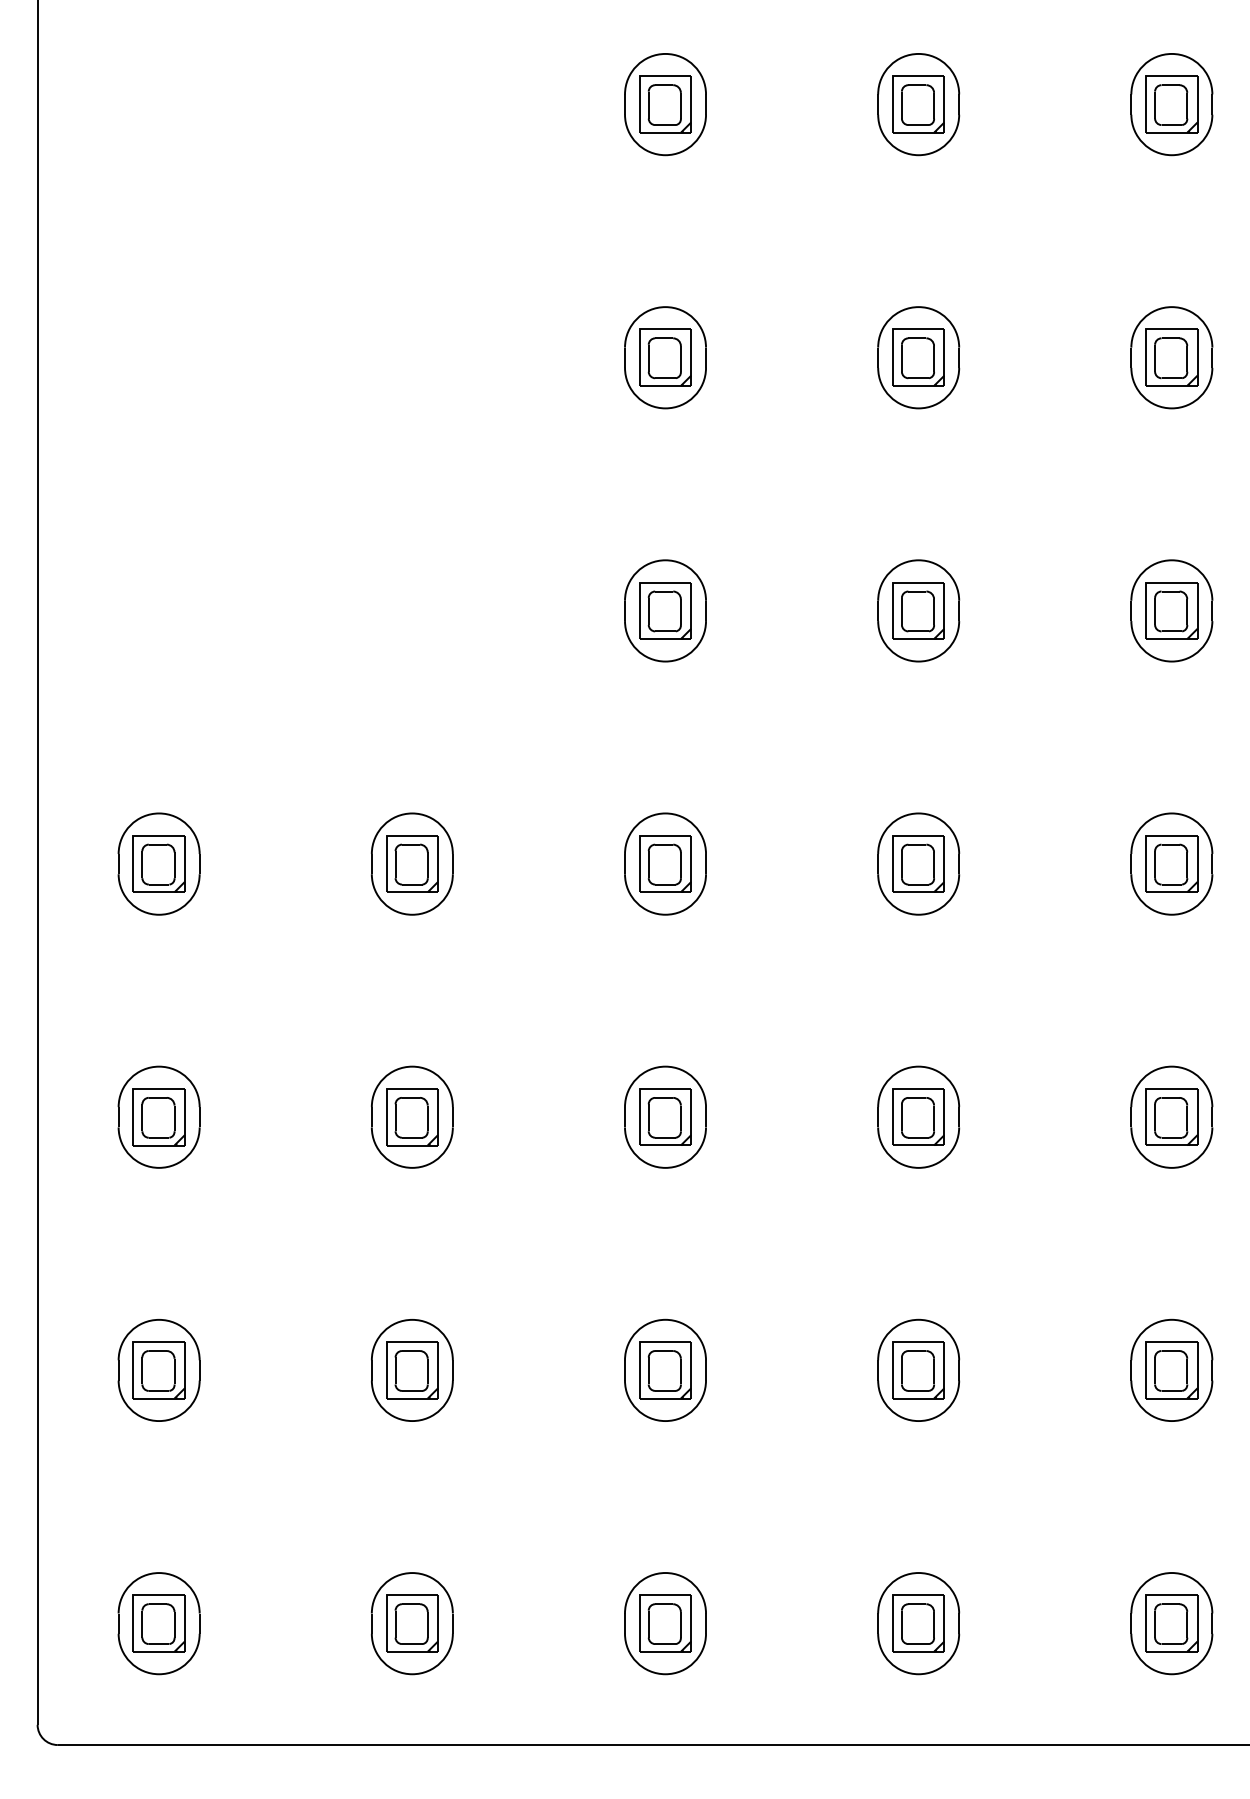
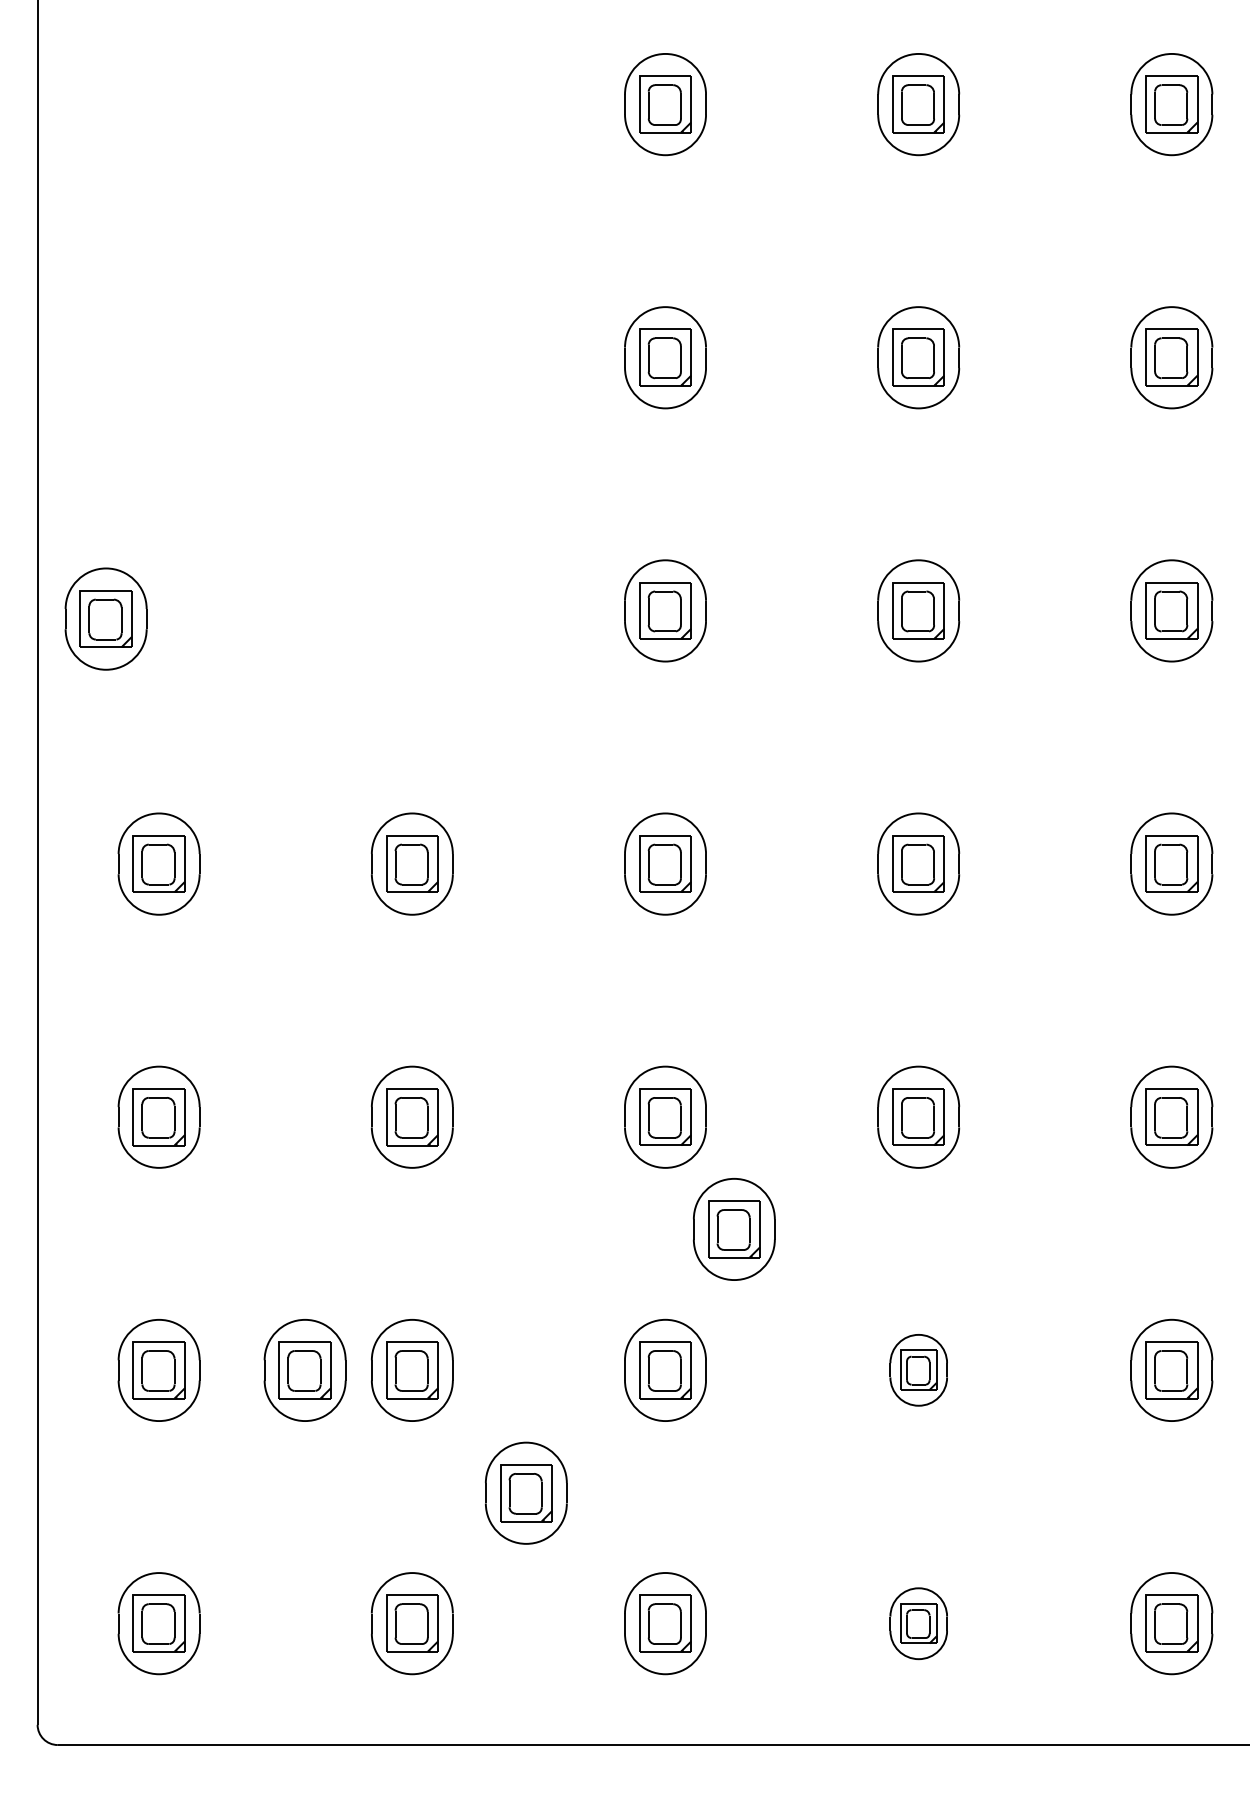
part at (105, 618): none -> present
part at (734, 1229): none -> present
part at (918, 1369) size: 84x104 px -> 59x73 px
part at (304, 1370): none -> present
part at (526, 1492): none -> present
part at (918, 1623) size: 84x104 px -> 59x74 px
